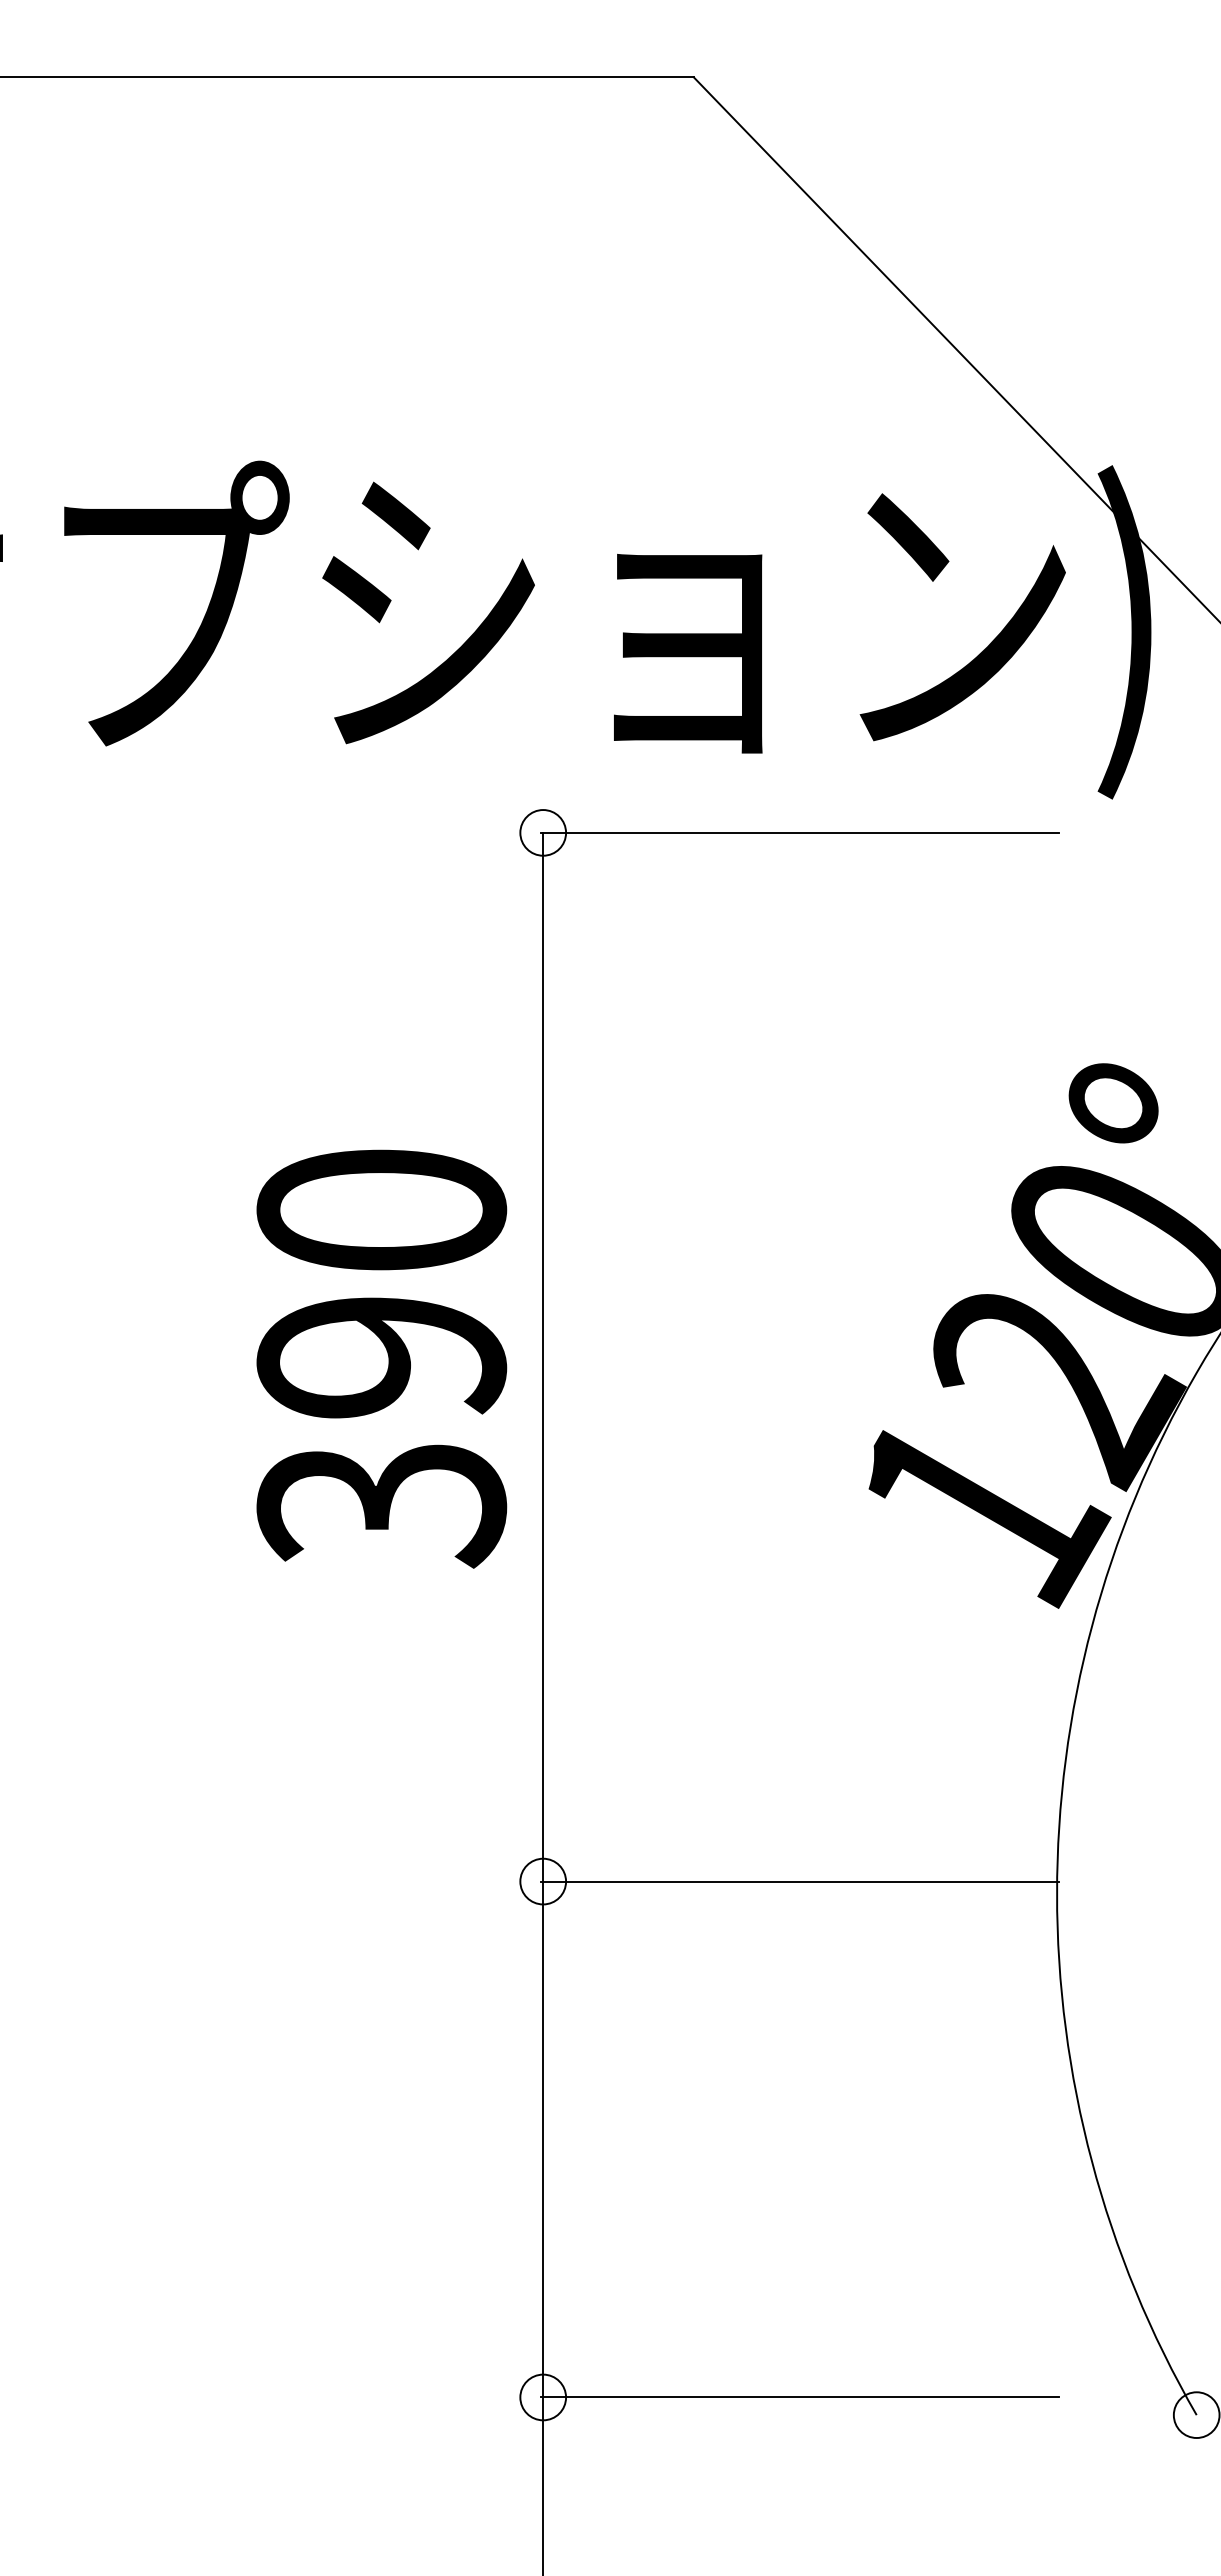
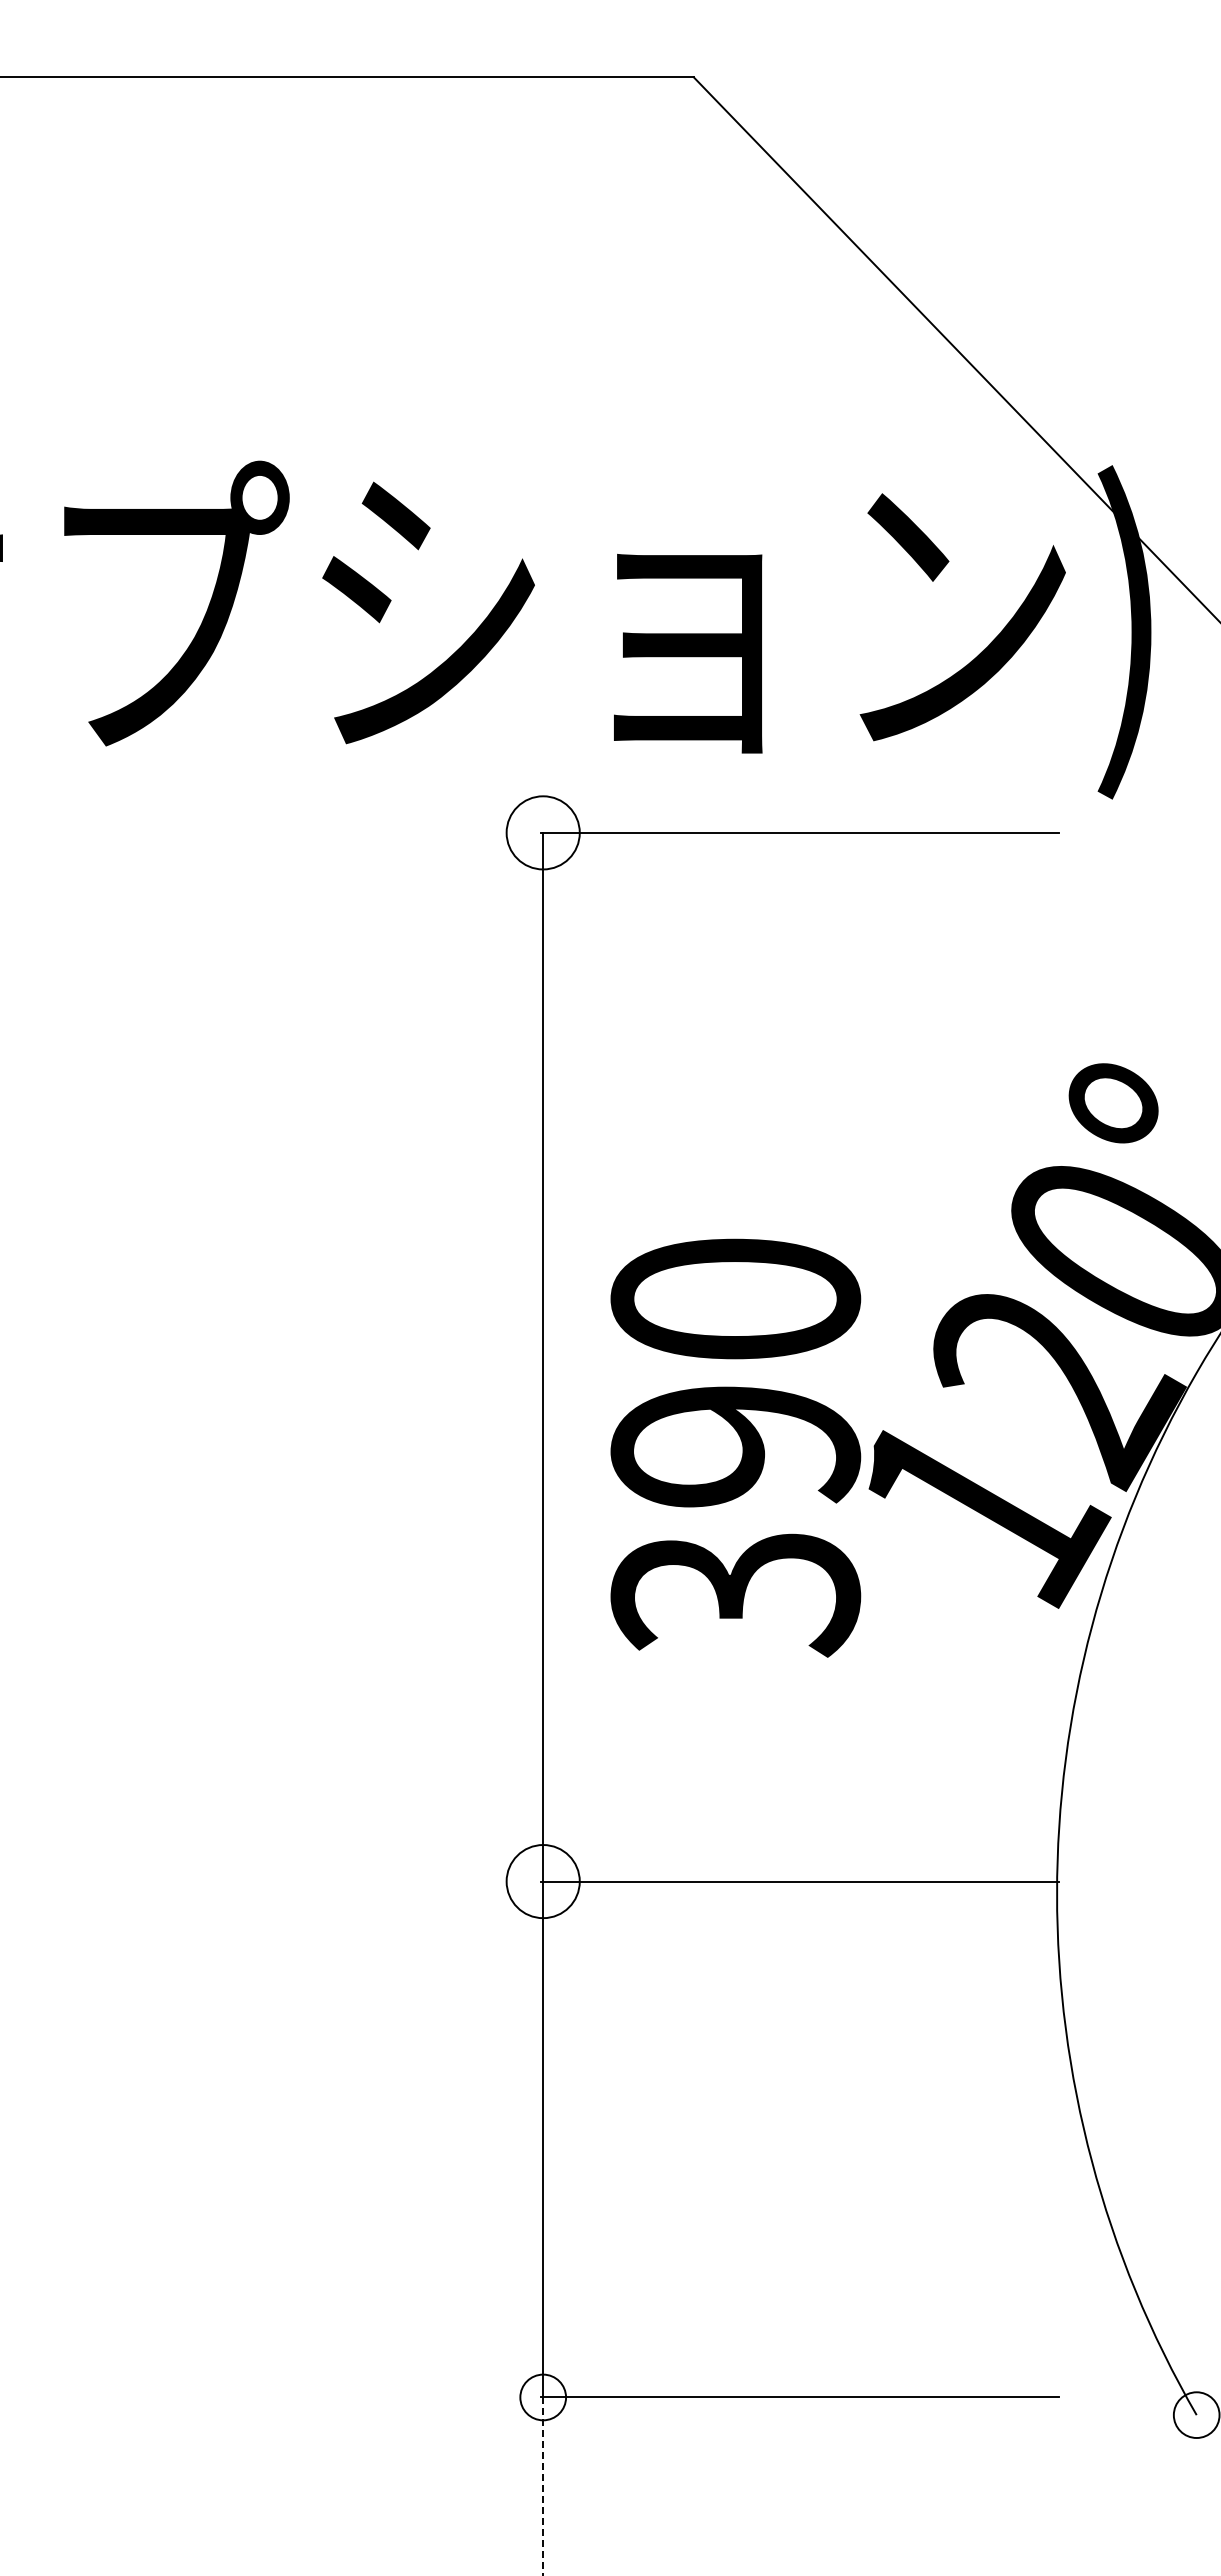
circle at (543, 832) diameter: 46 px -> 73 px
text at (381, 1358) position: (381, 1358) -> (735, 1447)
circle at (543, 1881) diameter: 46 px -> 73 px
line at (543, 2486): solid -> dashed
